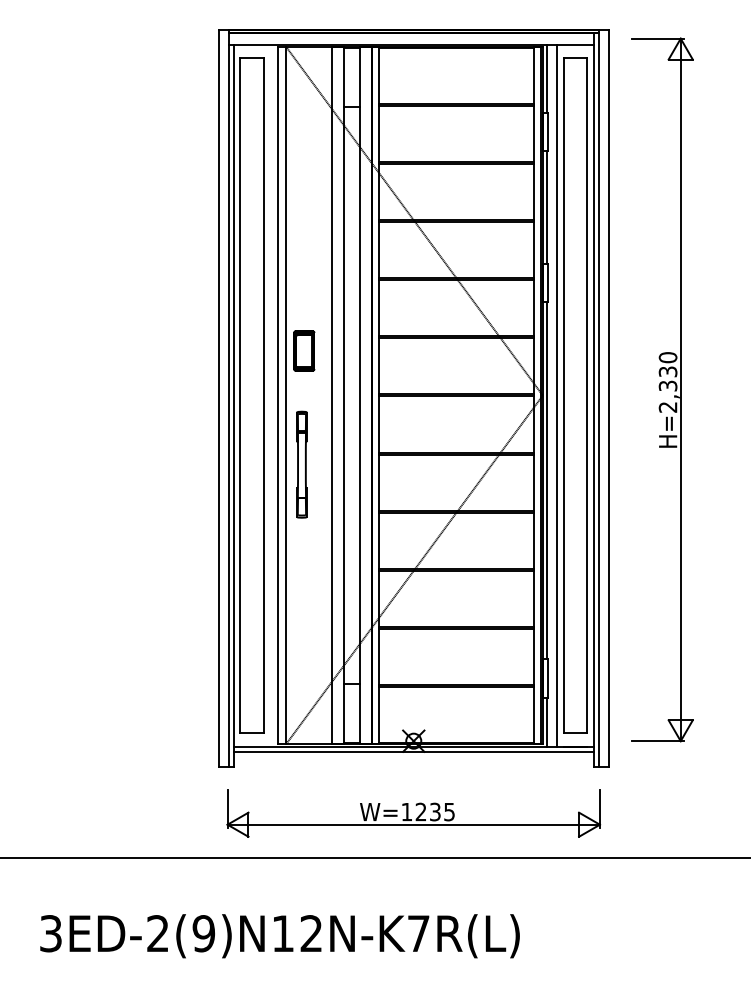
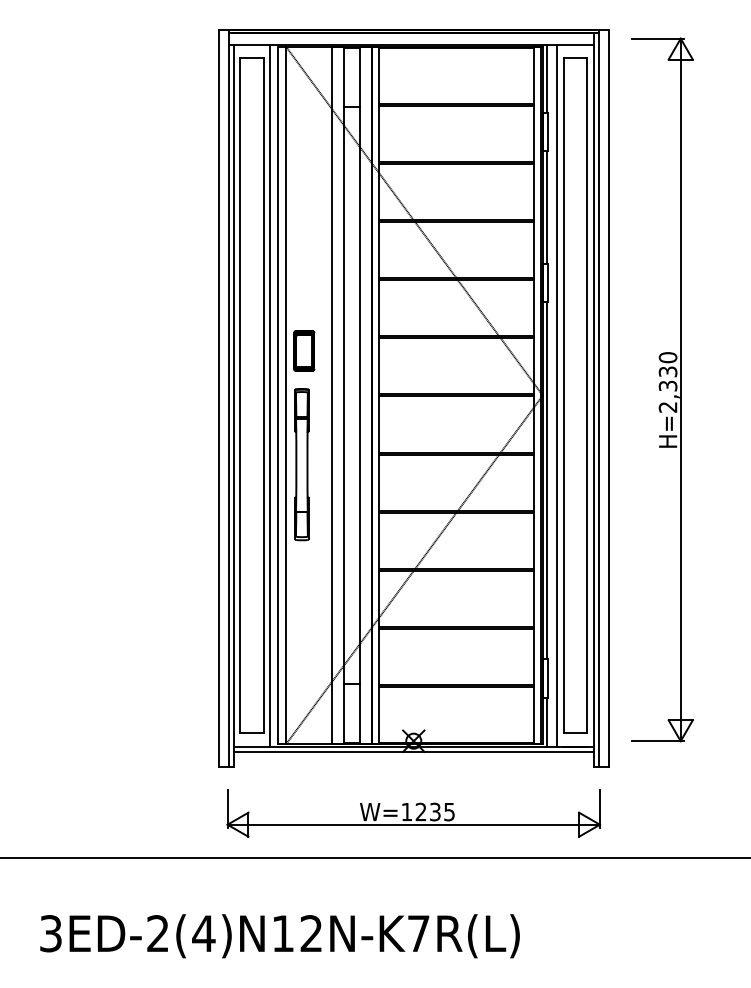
line at (270, 395): none -> present
part at (301, 464) size: 12x109 px -> 16x154 px
text at (203, 933): 3ED-2(9)N12N-K7R(L) -> 3ED-2(4)N12N-K7R(L)
